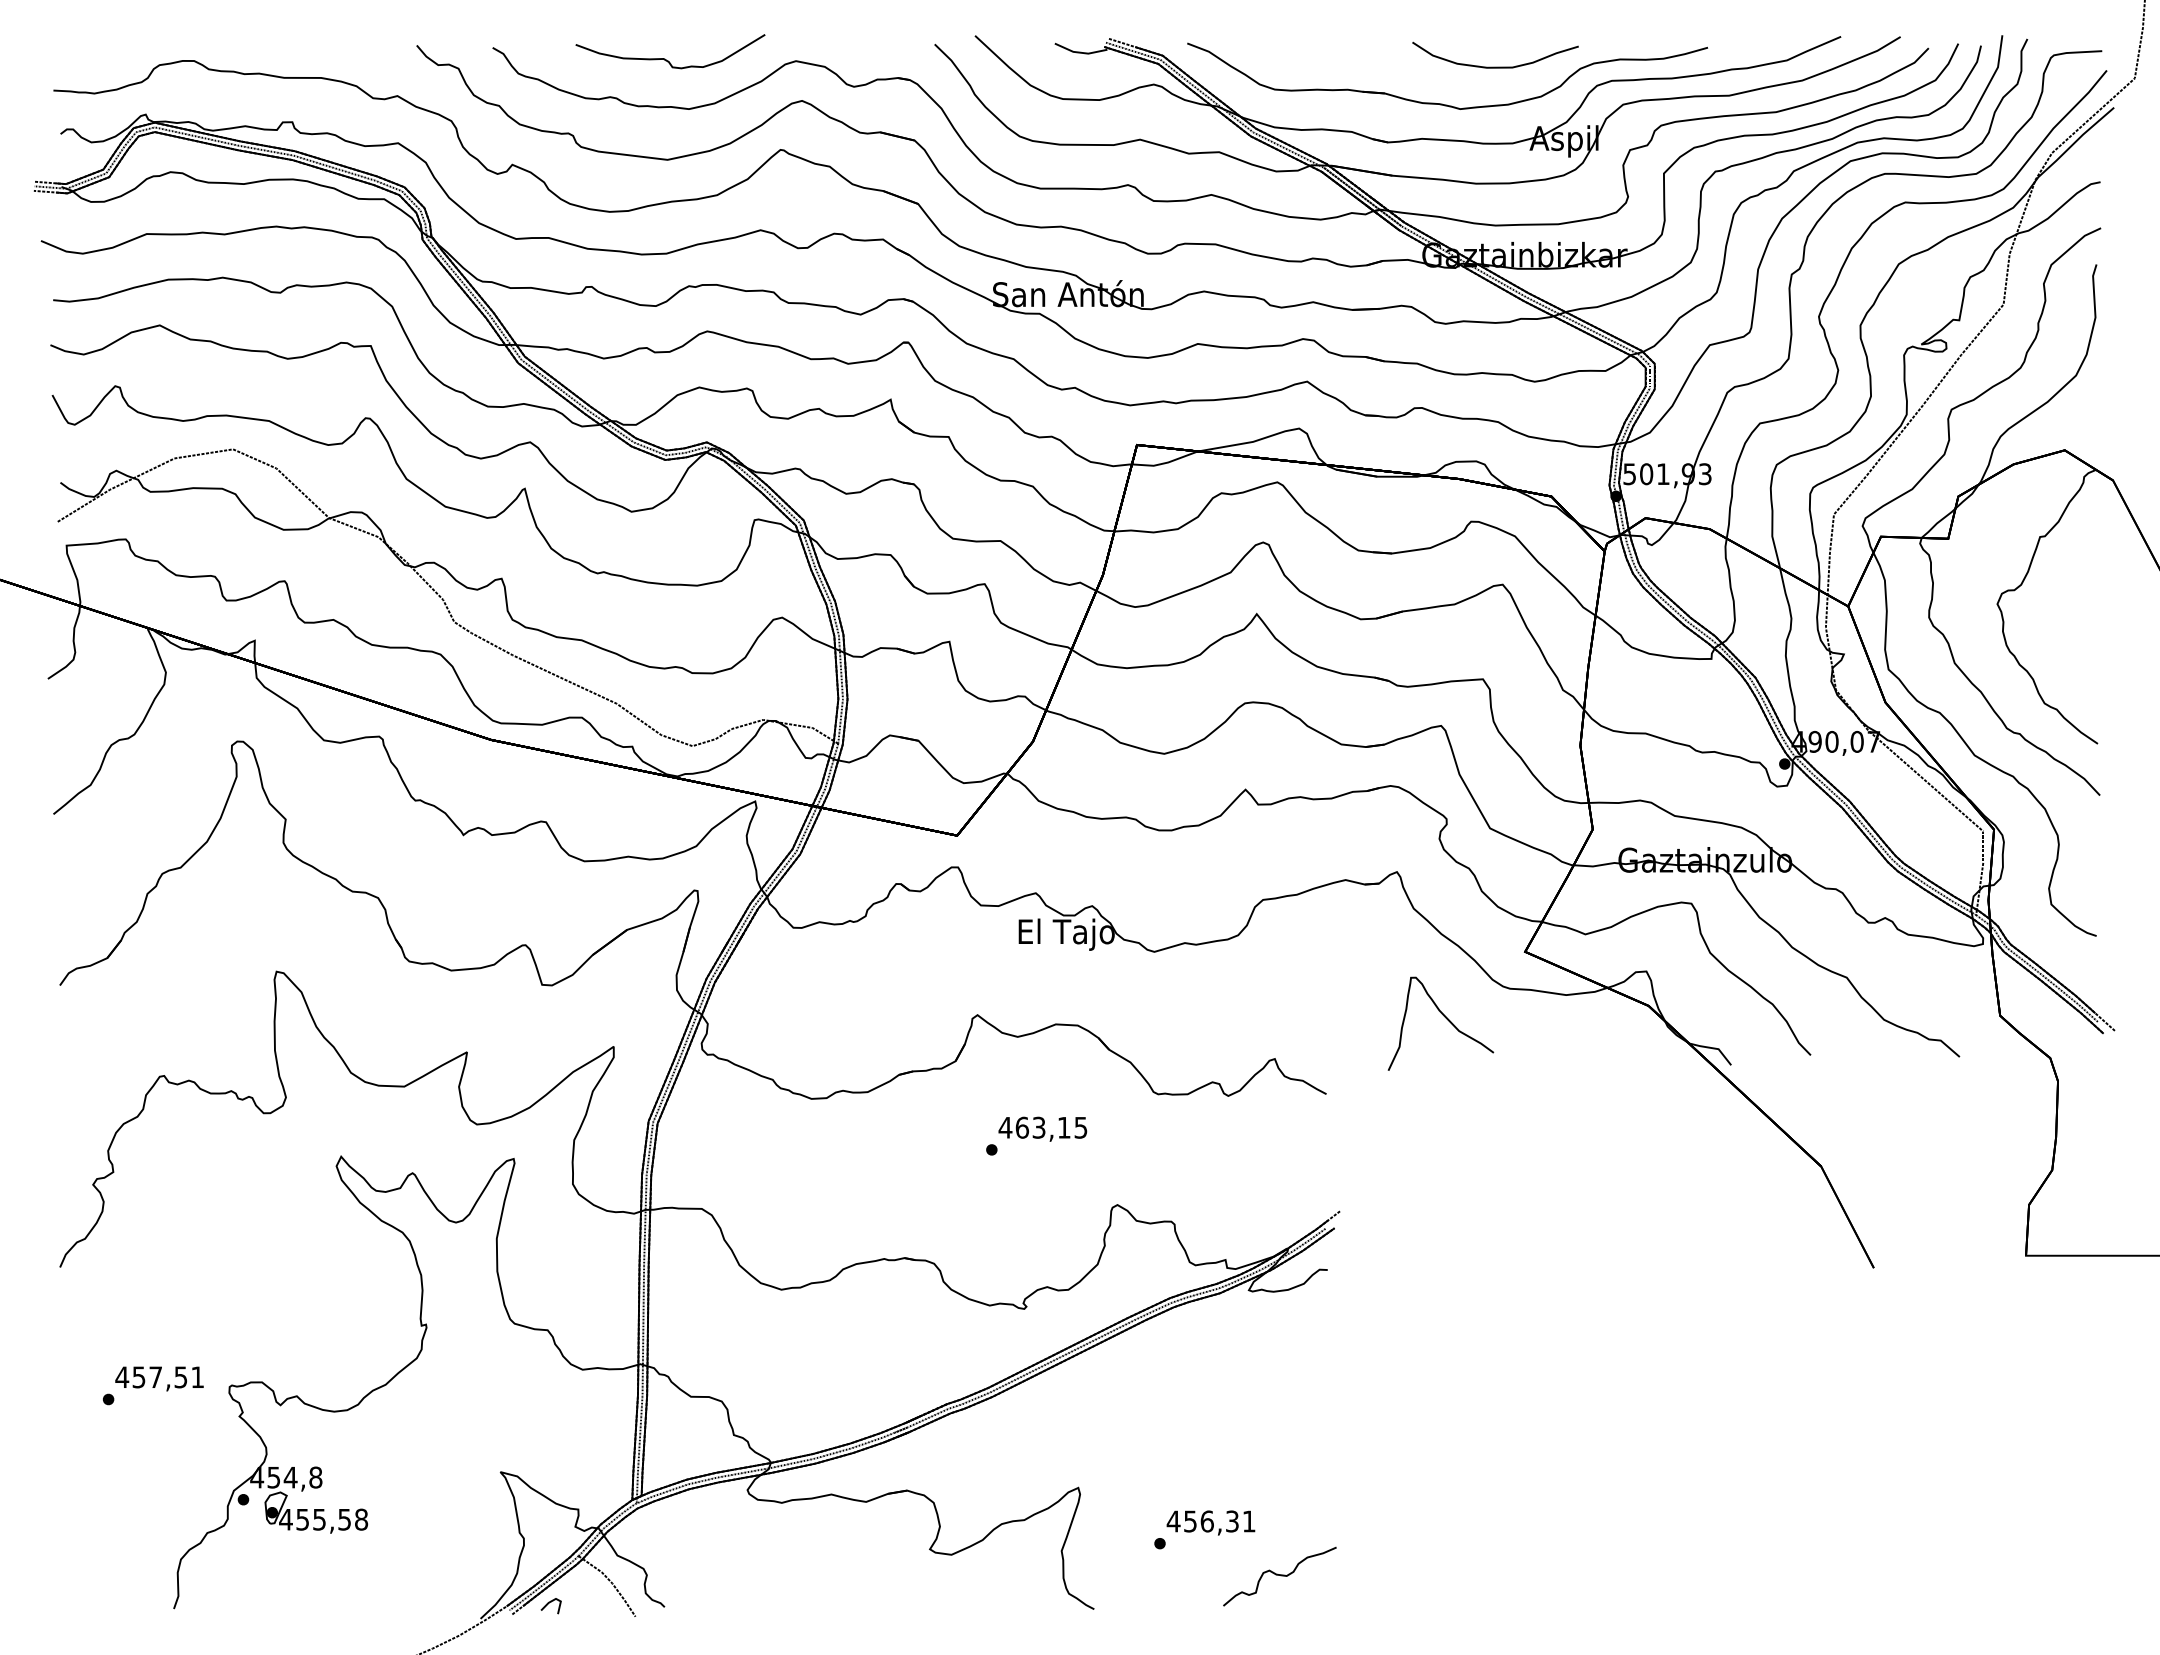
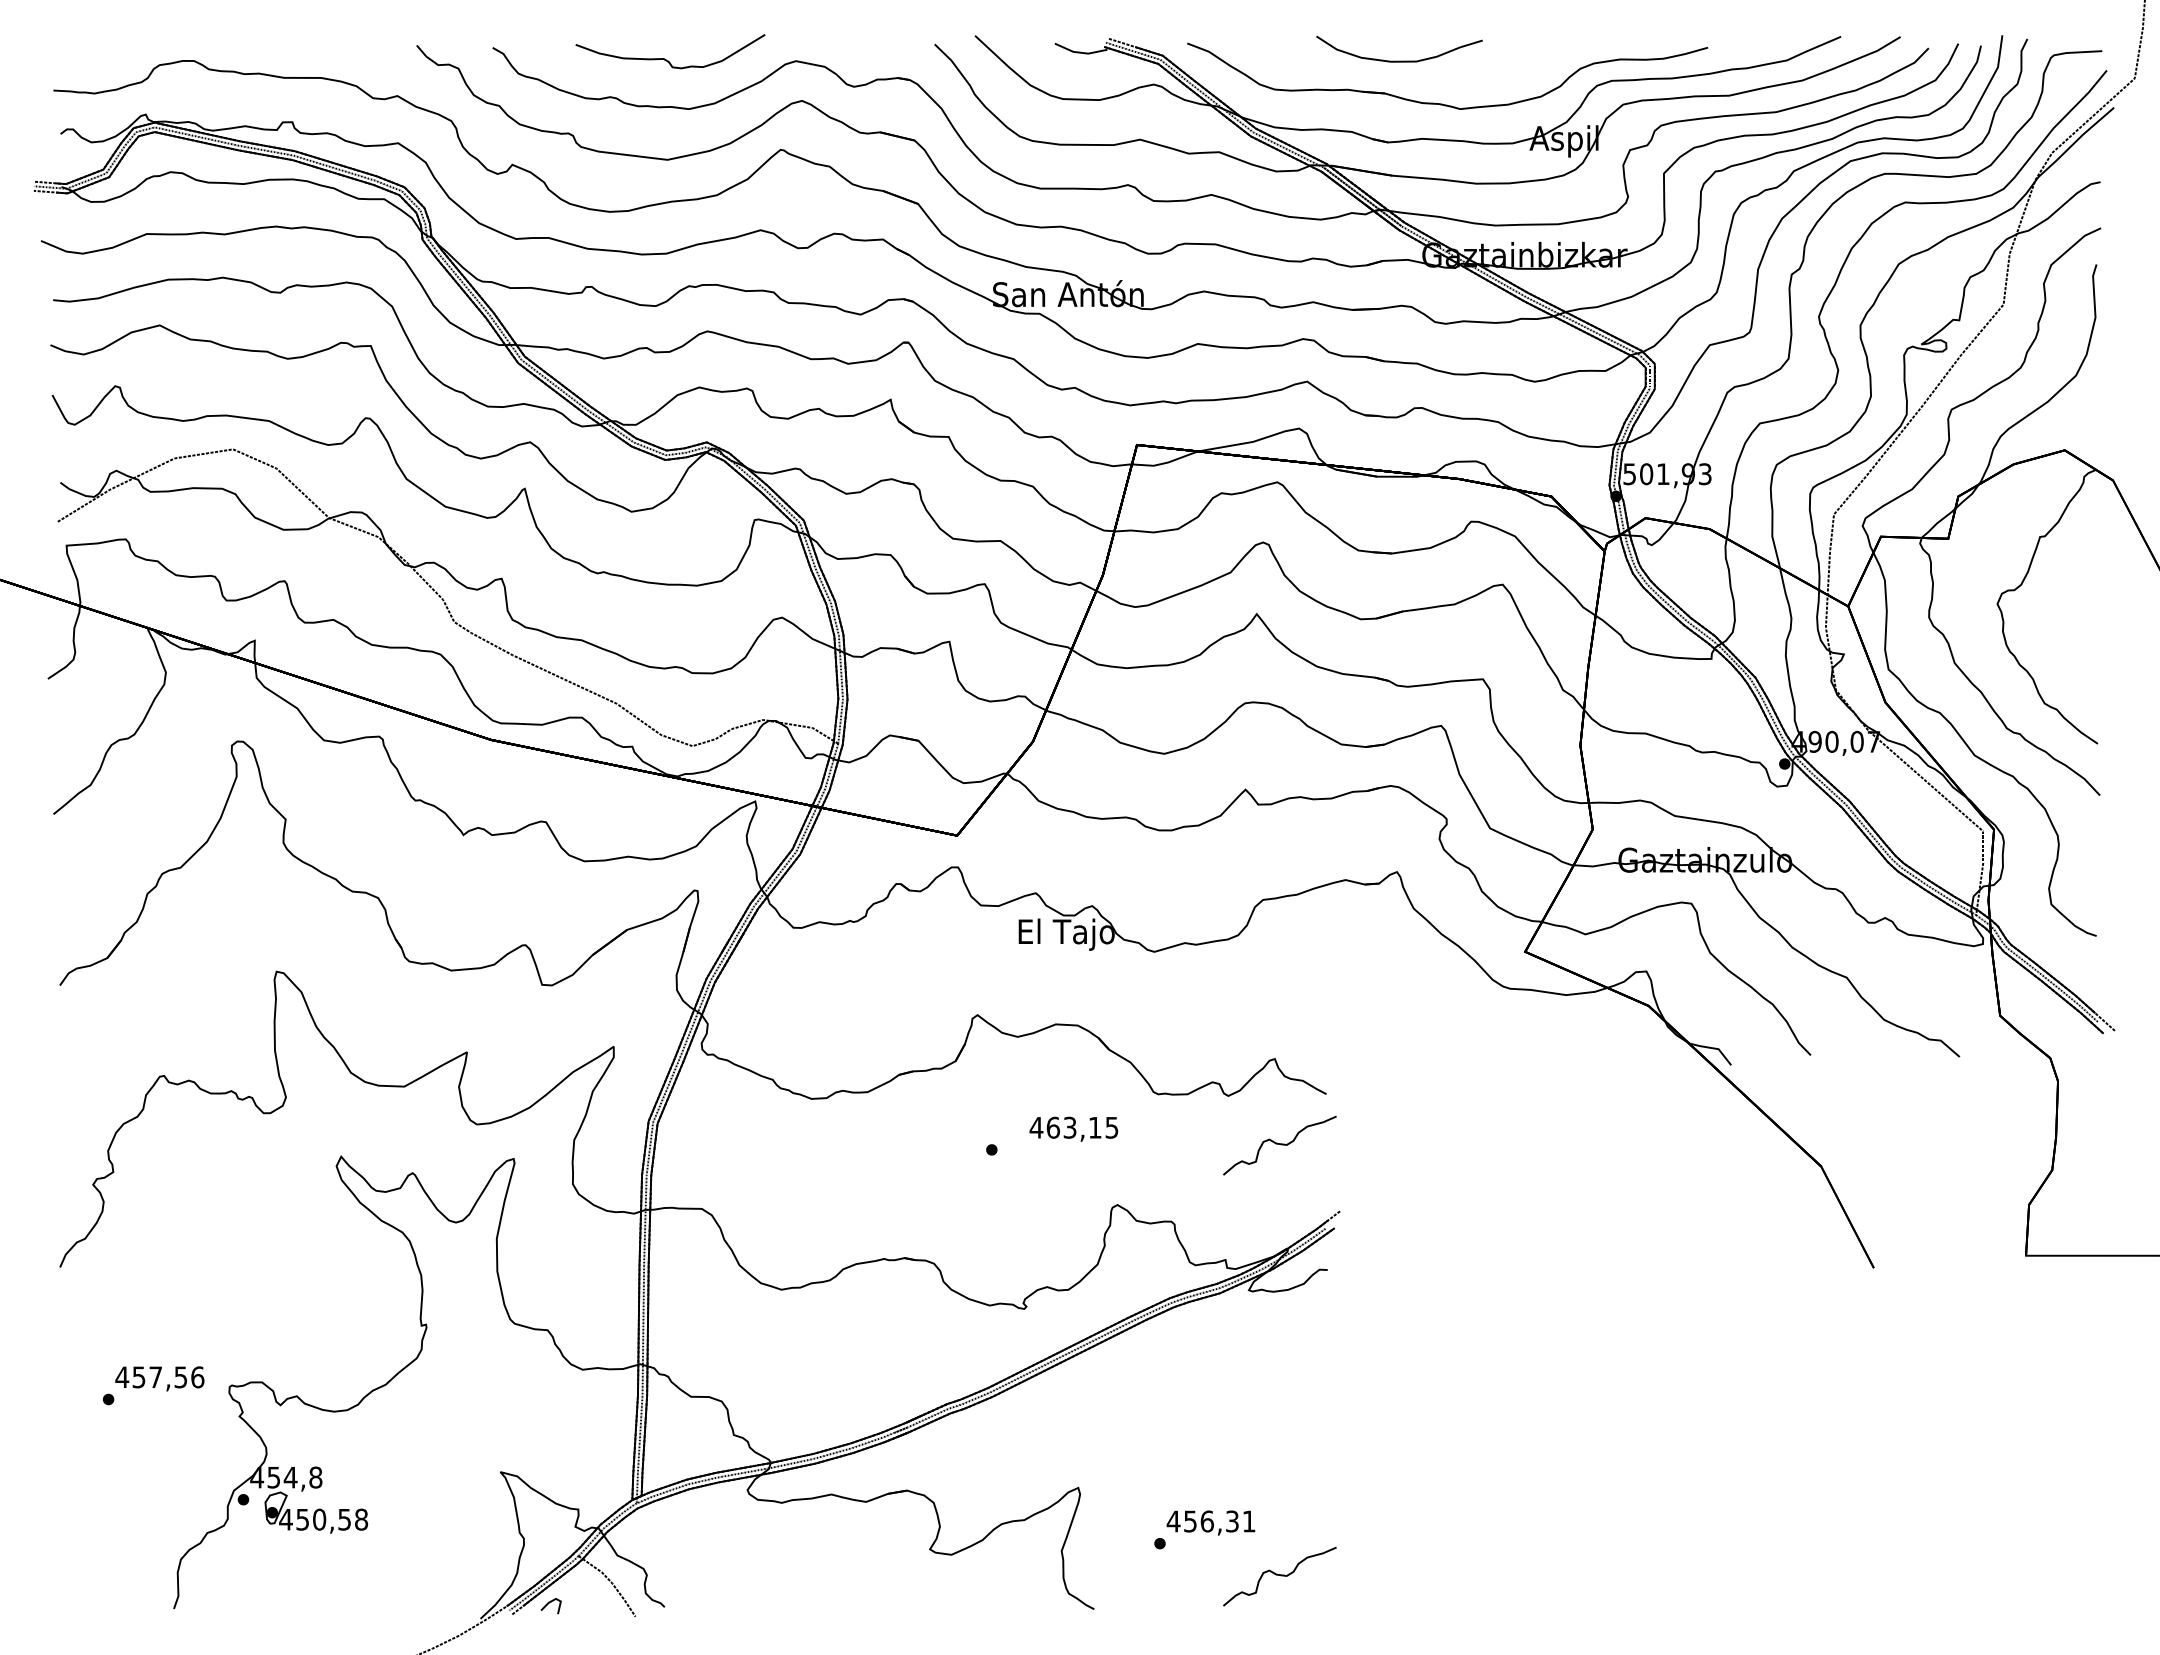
curve at (1495, 66) position: (1495, 66) -> (1399, 60)
curve at (1445, 1018): present -> none
text at (1042, 1128) position: (1042, 1128) -> (1073, 1128)
curve at (1279, 1144): none -> present
text at (197, 1377): 457,51 -> 457,56
text at (319, 1519): 455,58 -> 450,58
